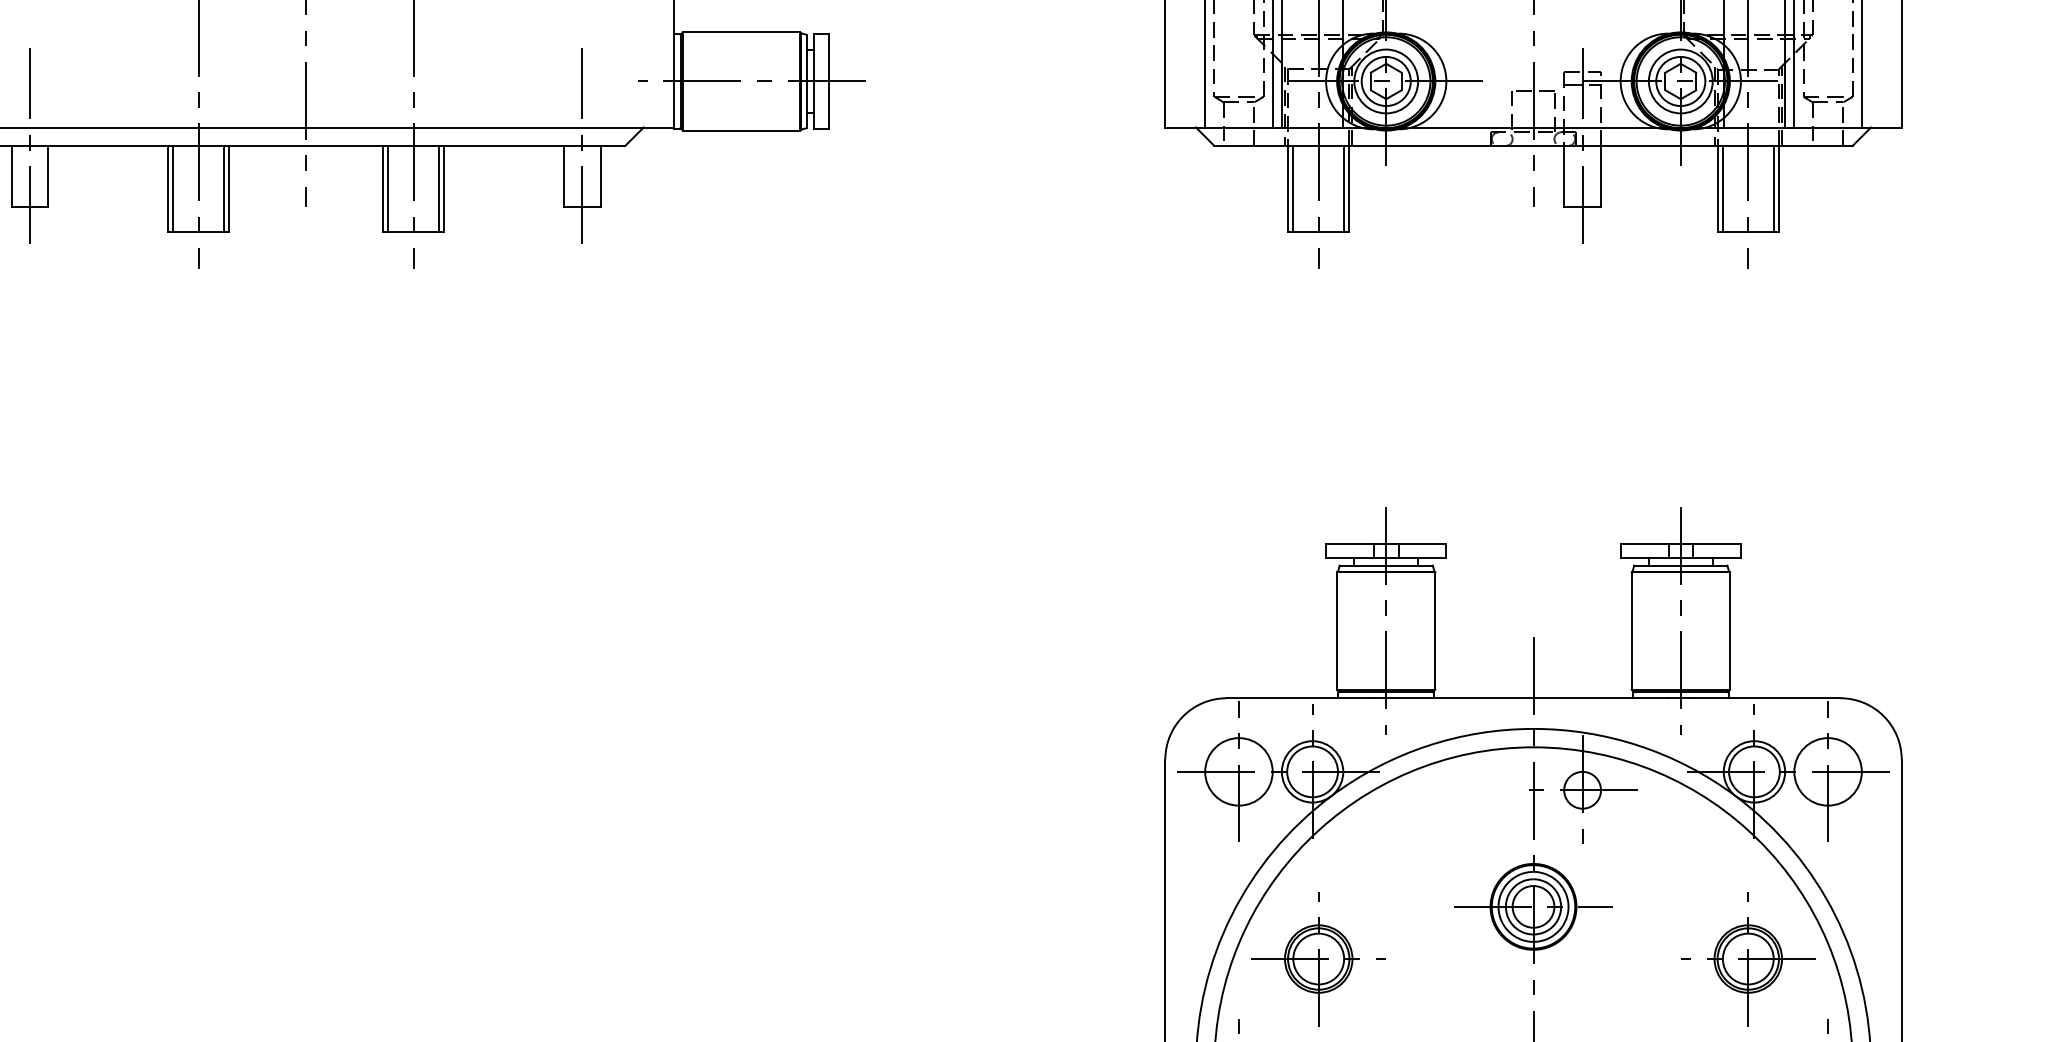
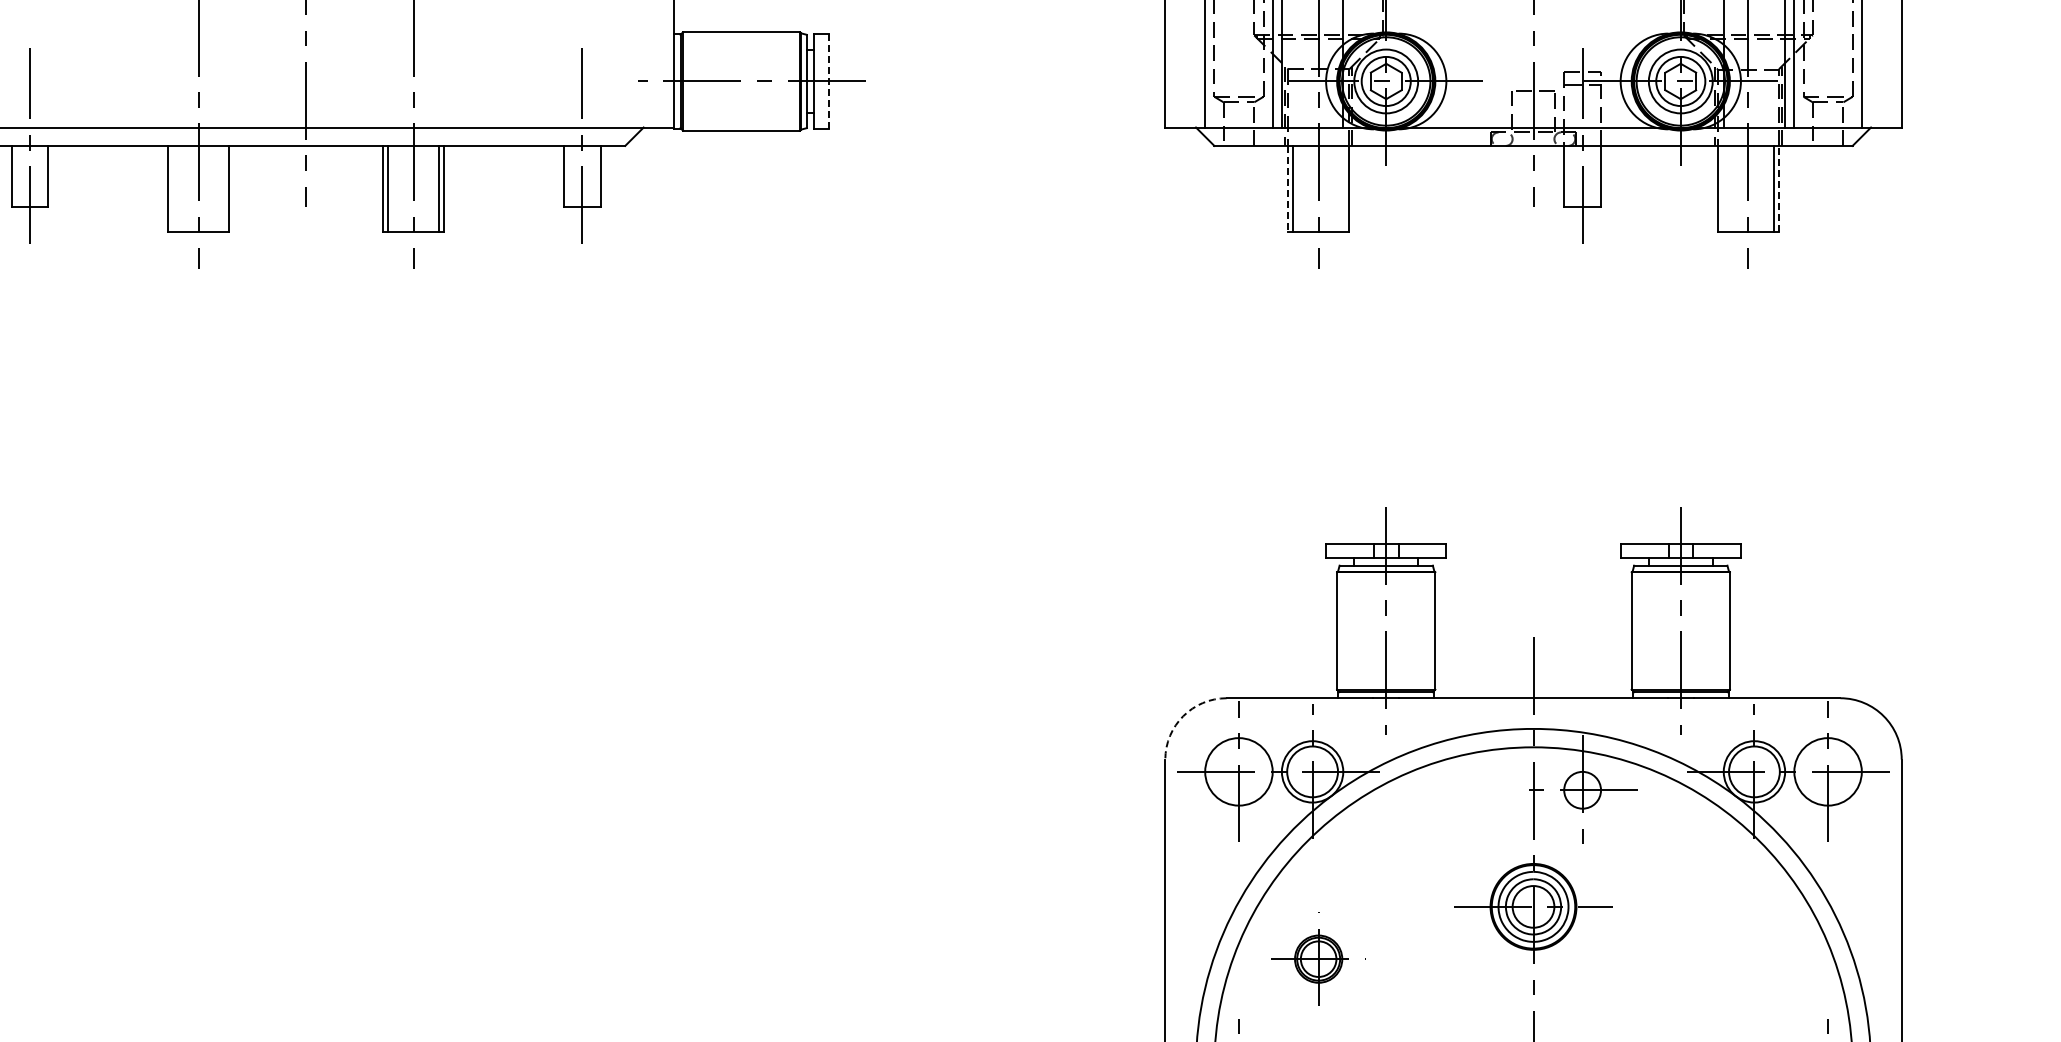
line at (829, 81): solid -> dashed
line at (173, 188): present -> none
line at (224, 188): present -> none
line at (1288, 188): solid -> dashed
line at (1344, 188): present -> none
line at (1722, 188): present -> none
line at (1779, 188): solid -> dashed
arc at (1183, 716): solid -> dashed
part at (1318, 959) size: 135x135 px -> 95x94 px
part at (1748, 959): present -> none
